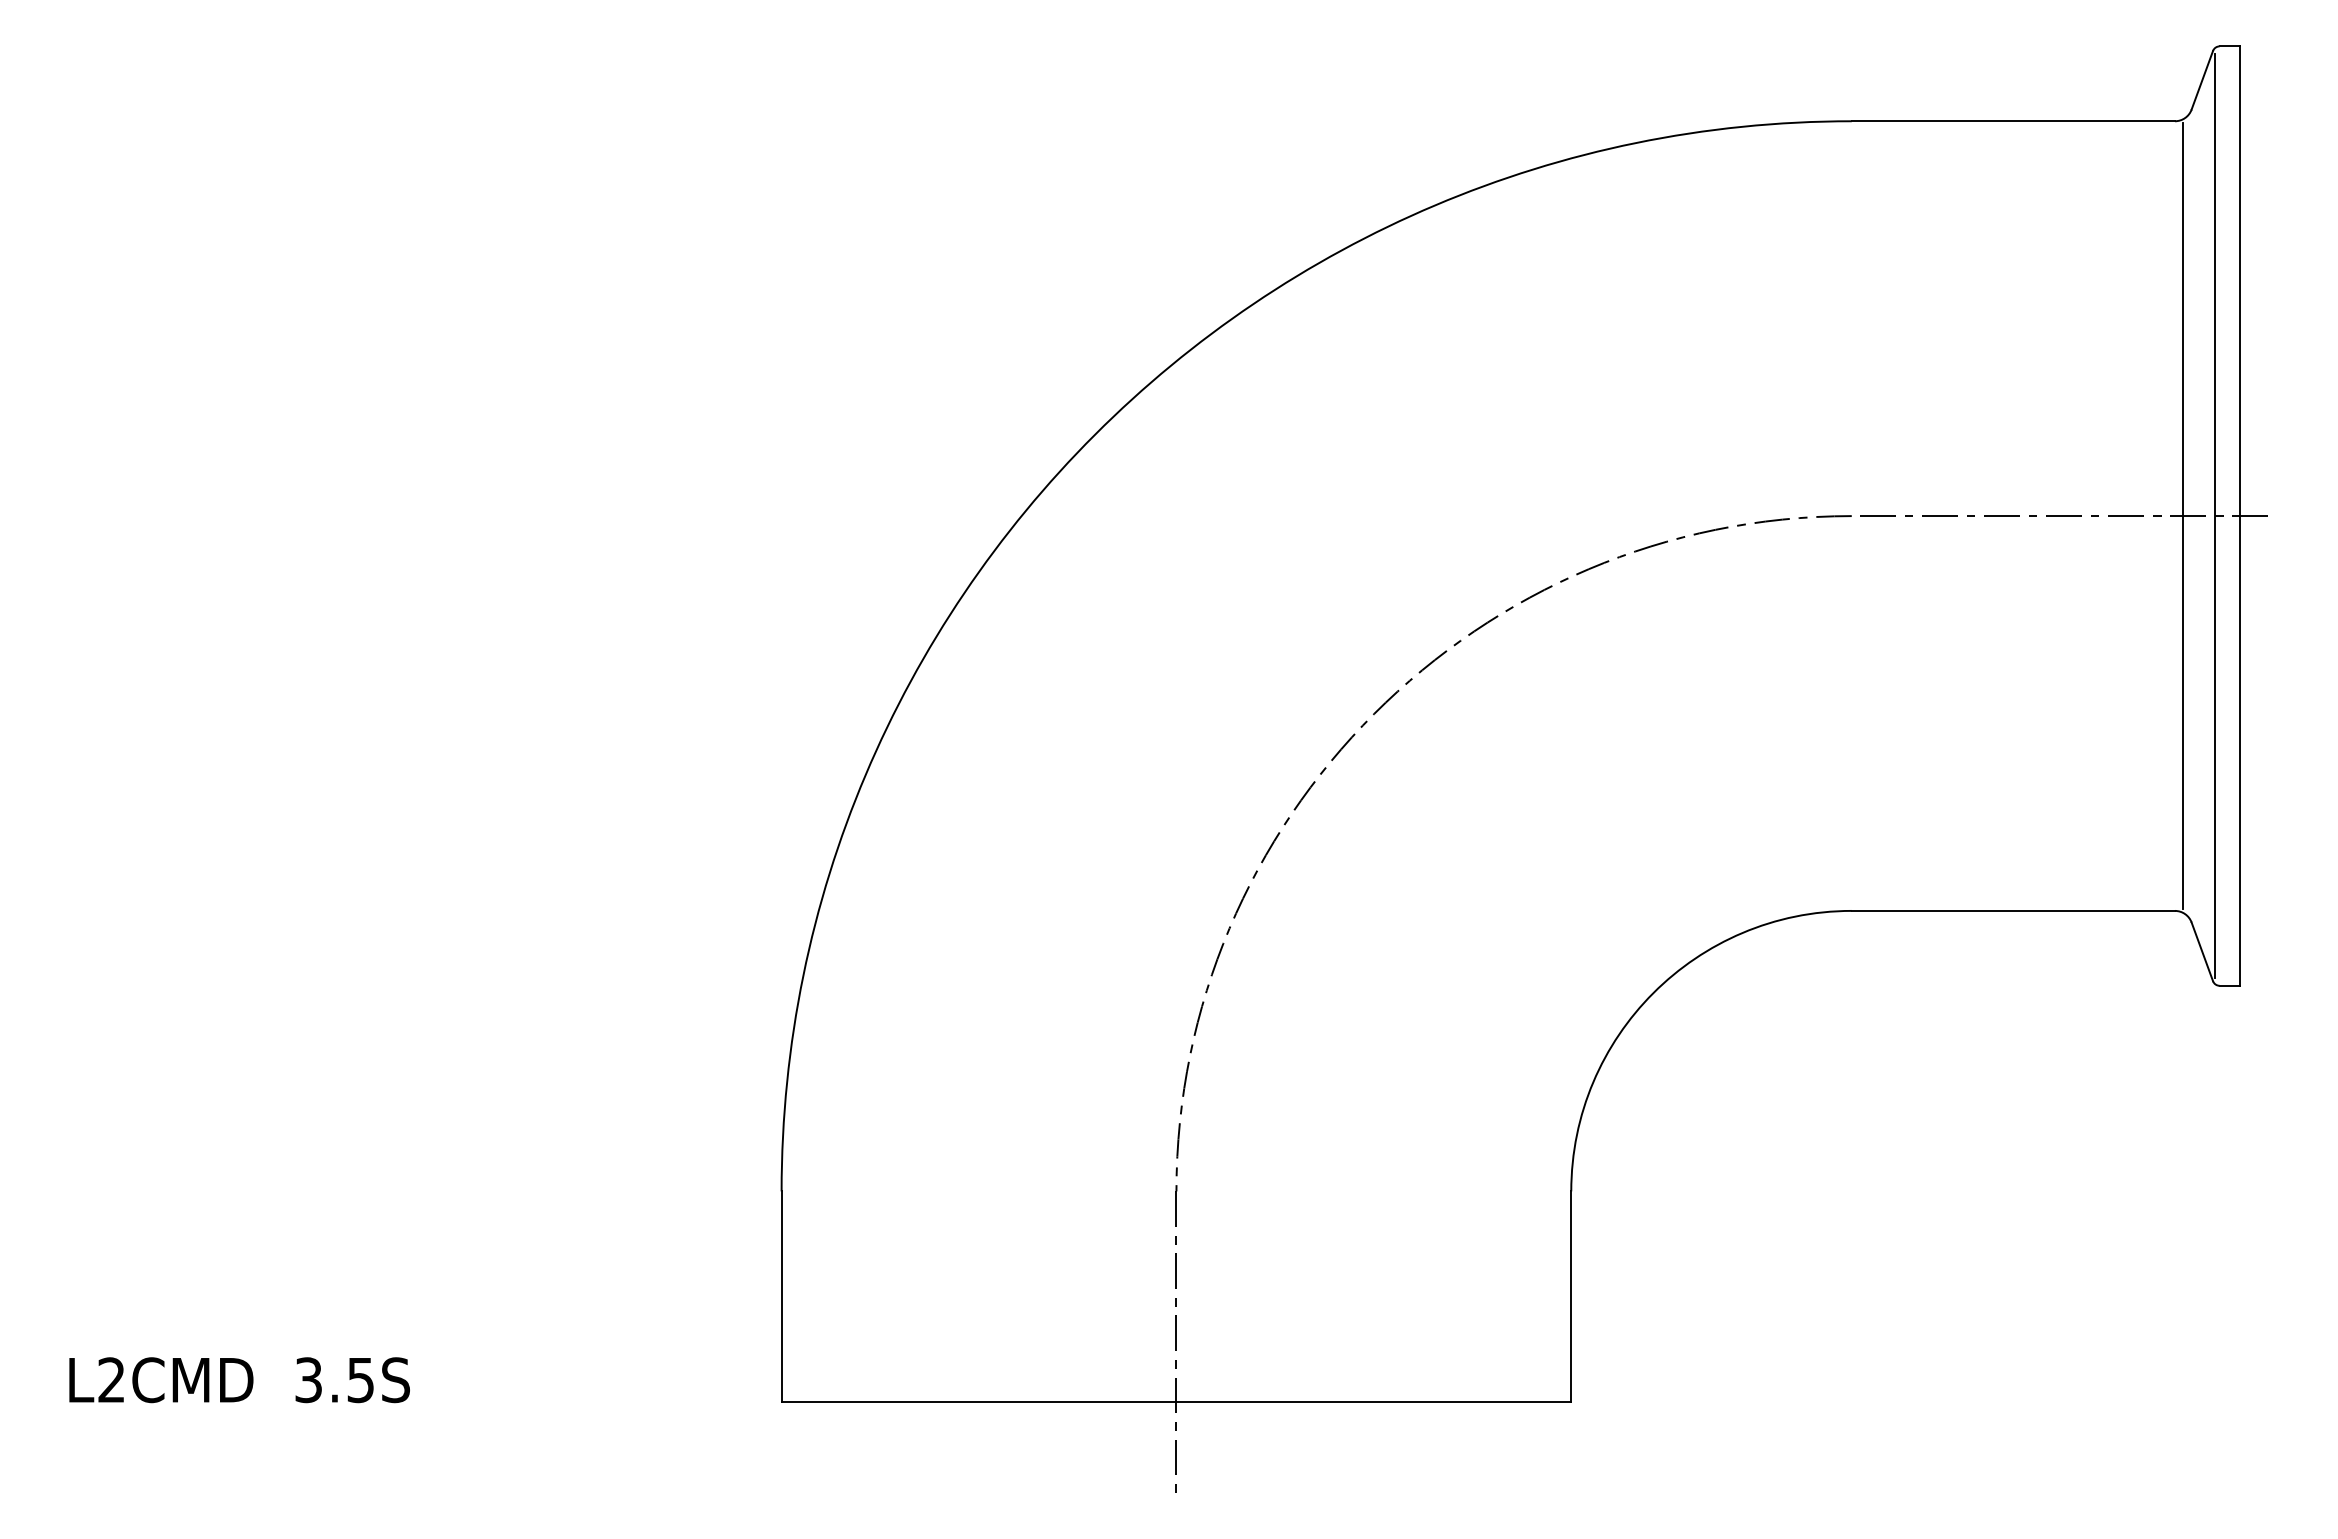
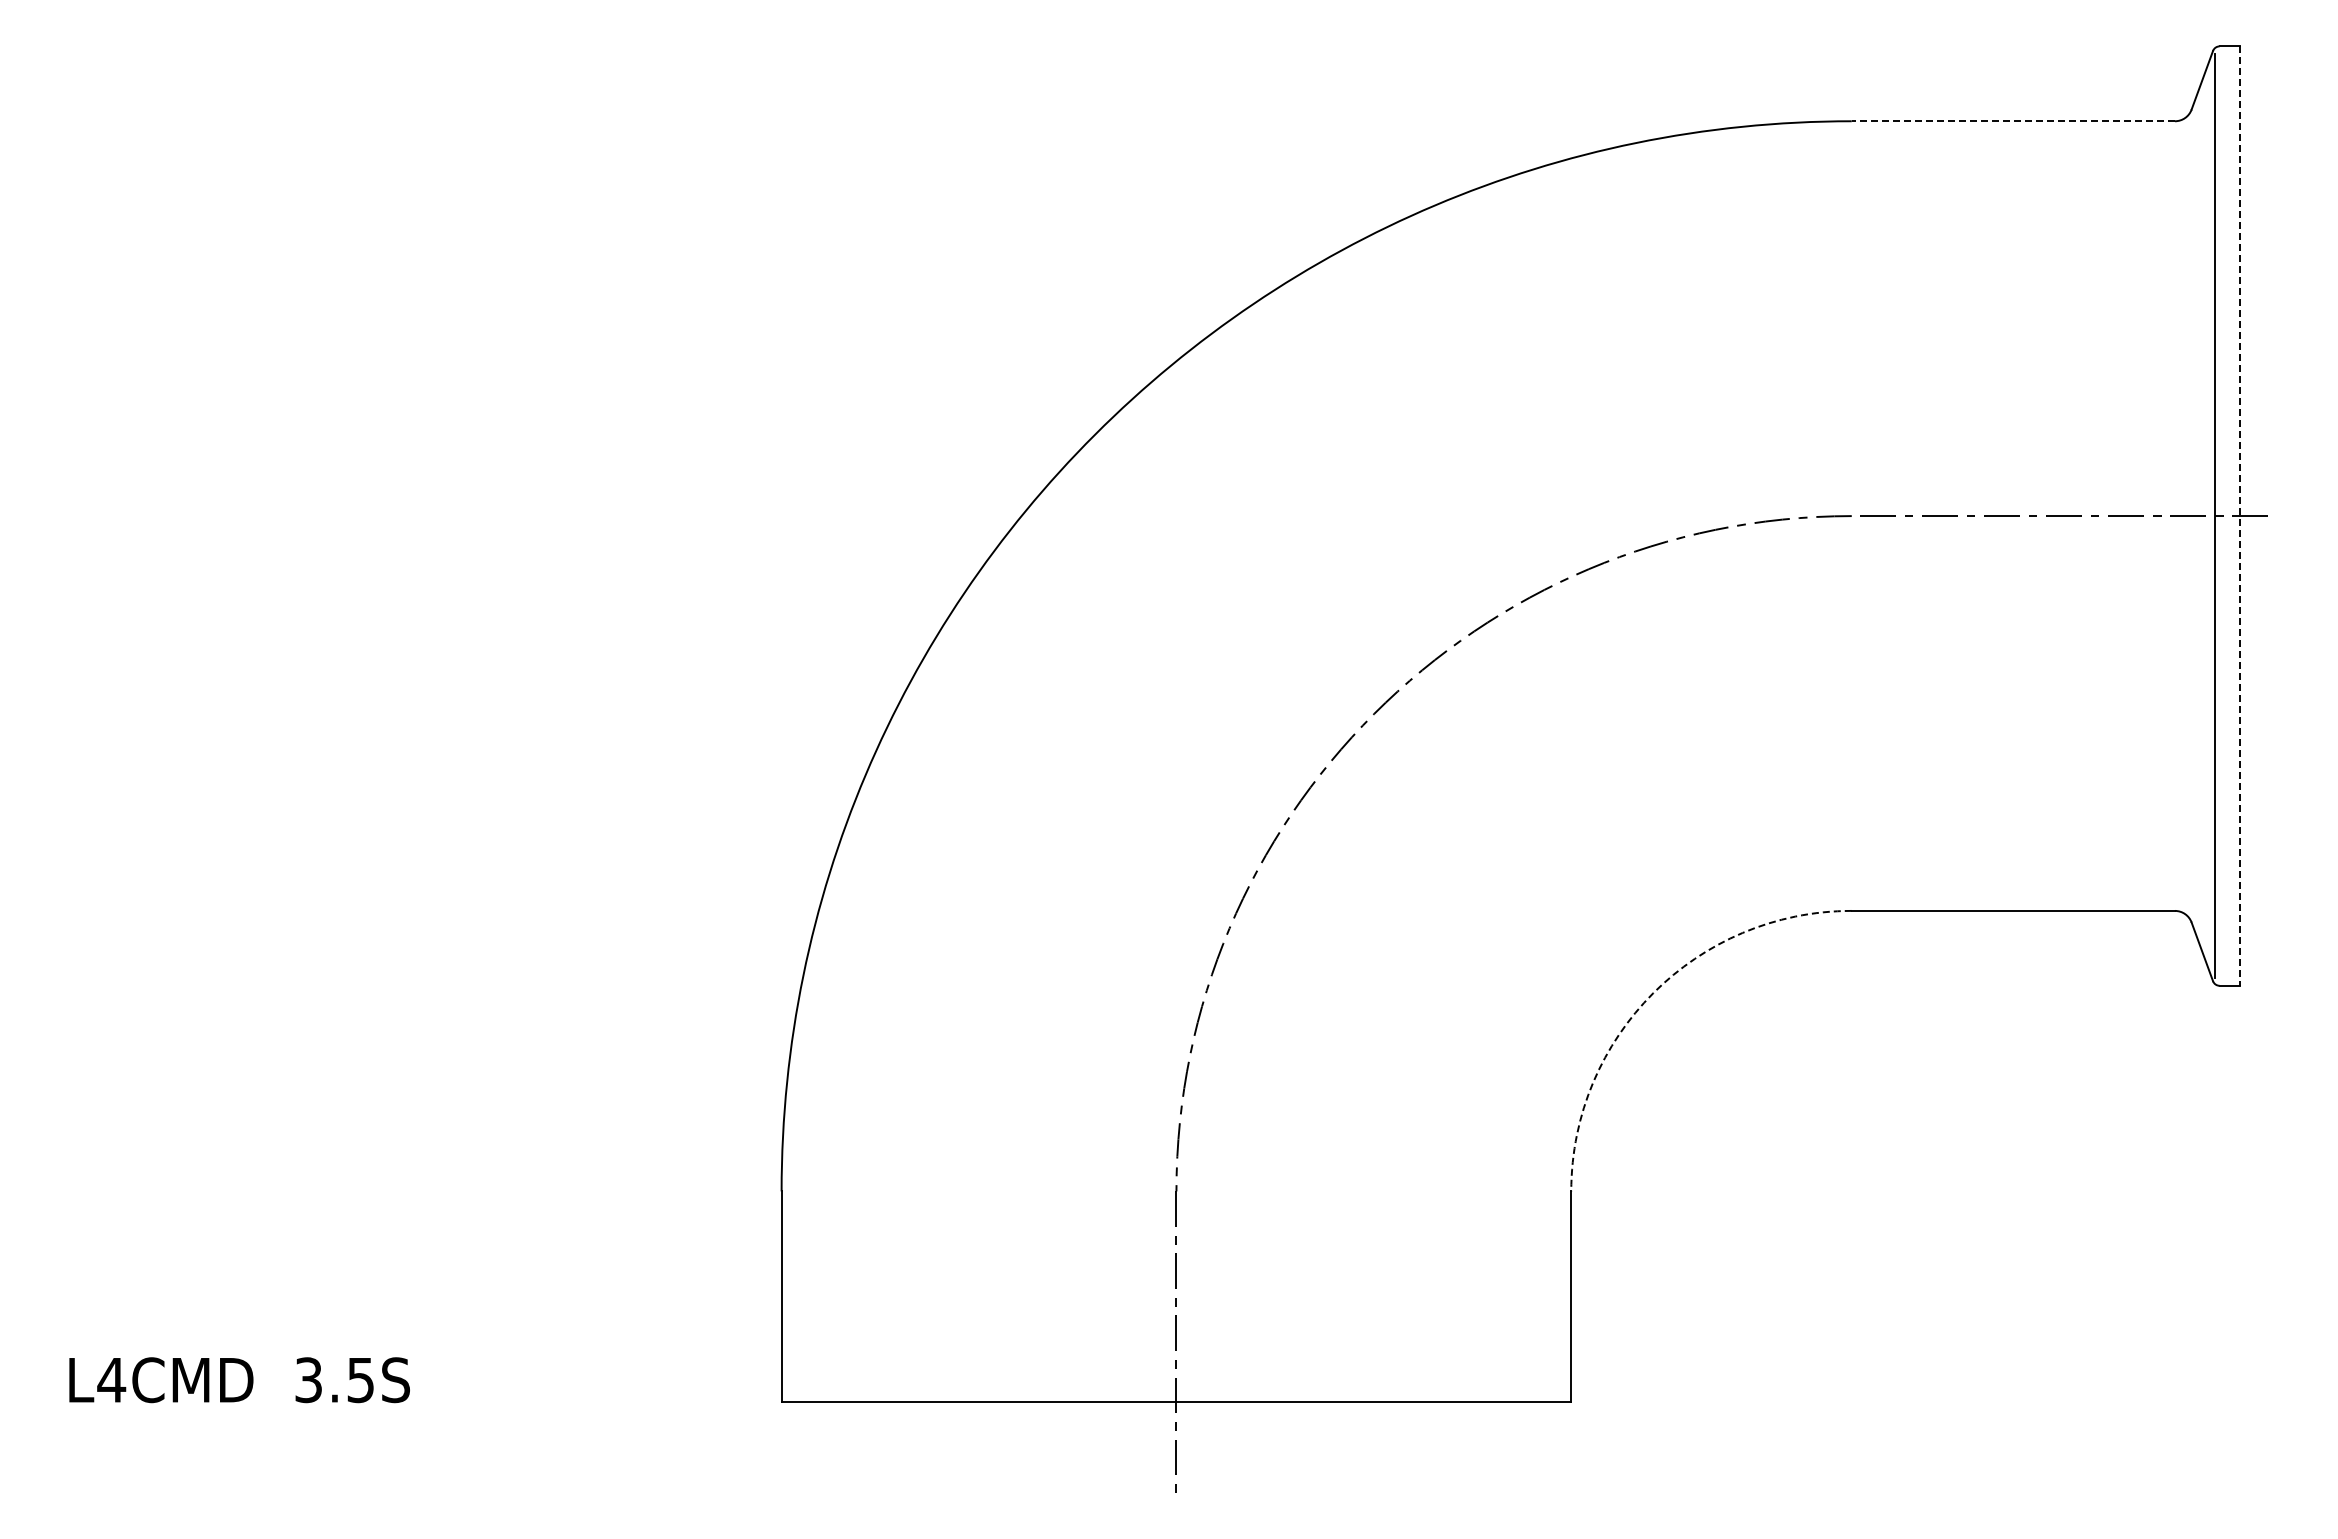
line at (2013, 121): solid -> dashed
line at (2183, 515): present -> none
line at (2239, 516): solid -> dashed
arc at (1653, 993): solid -> dashed
text at (111, 1379): L2CMD -> L4CMD
